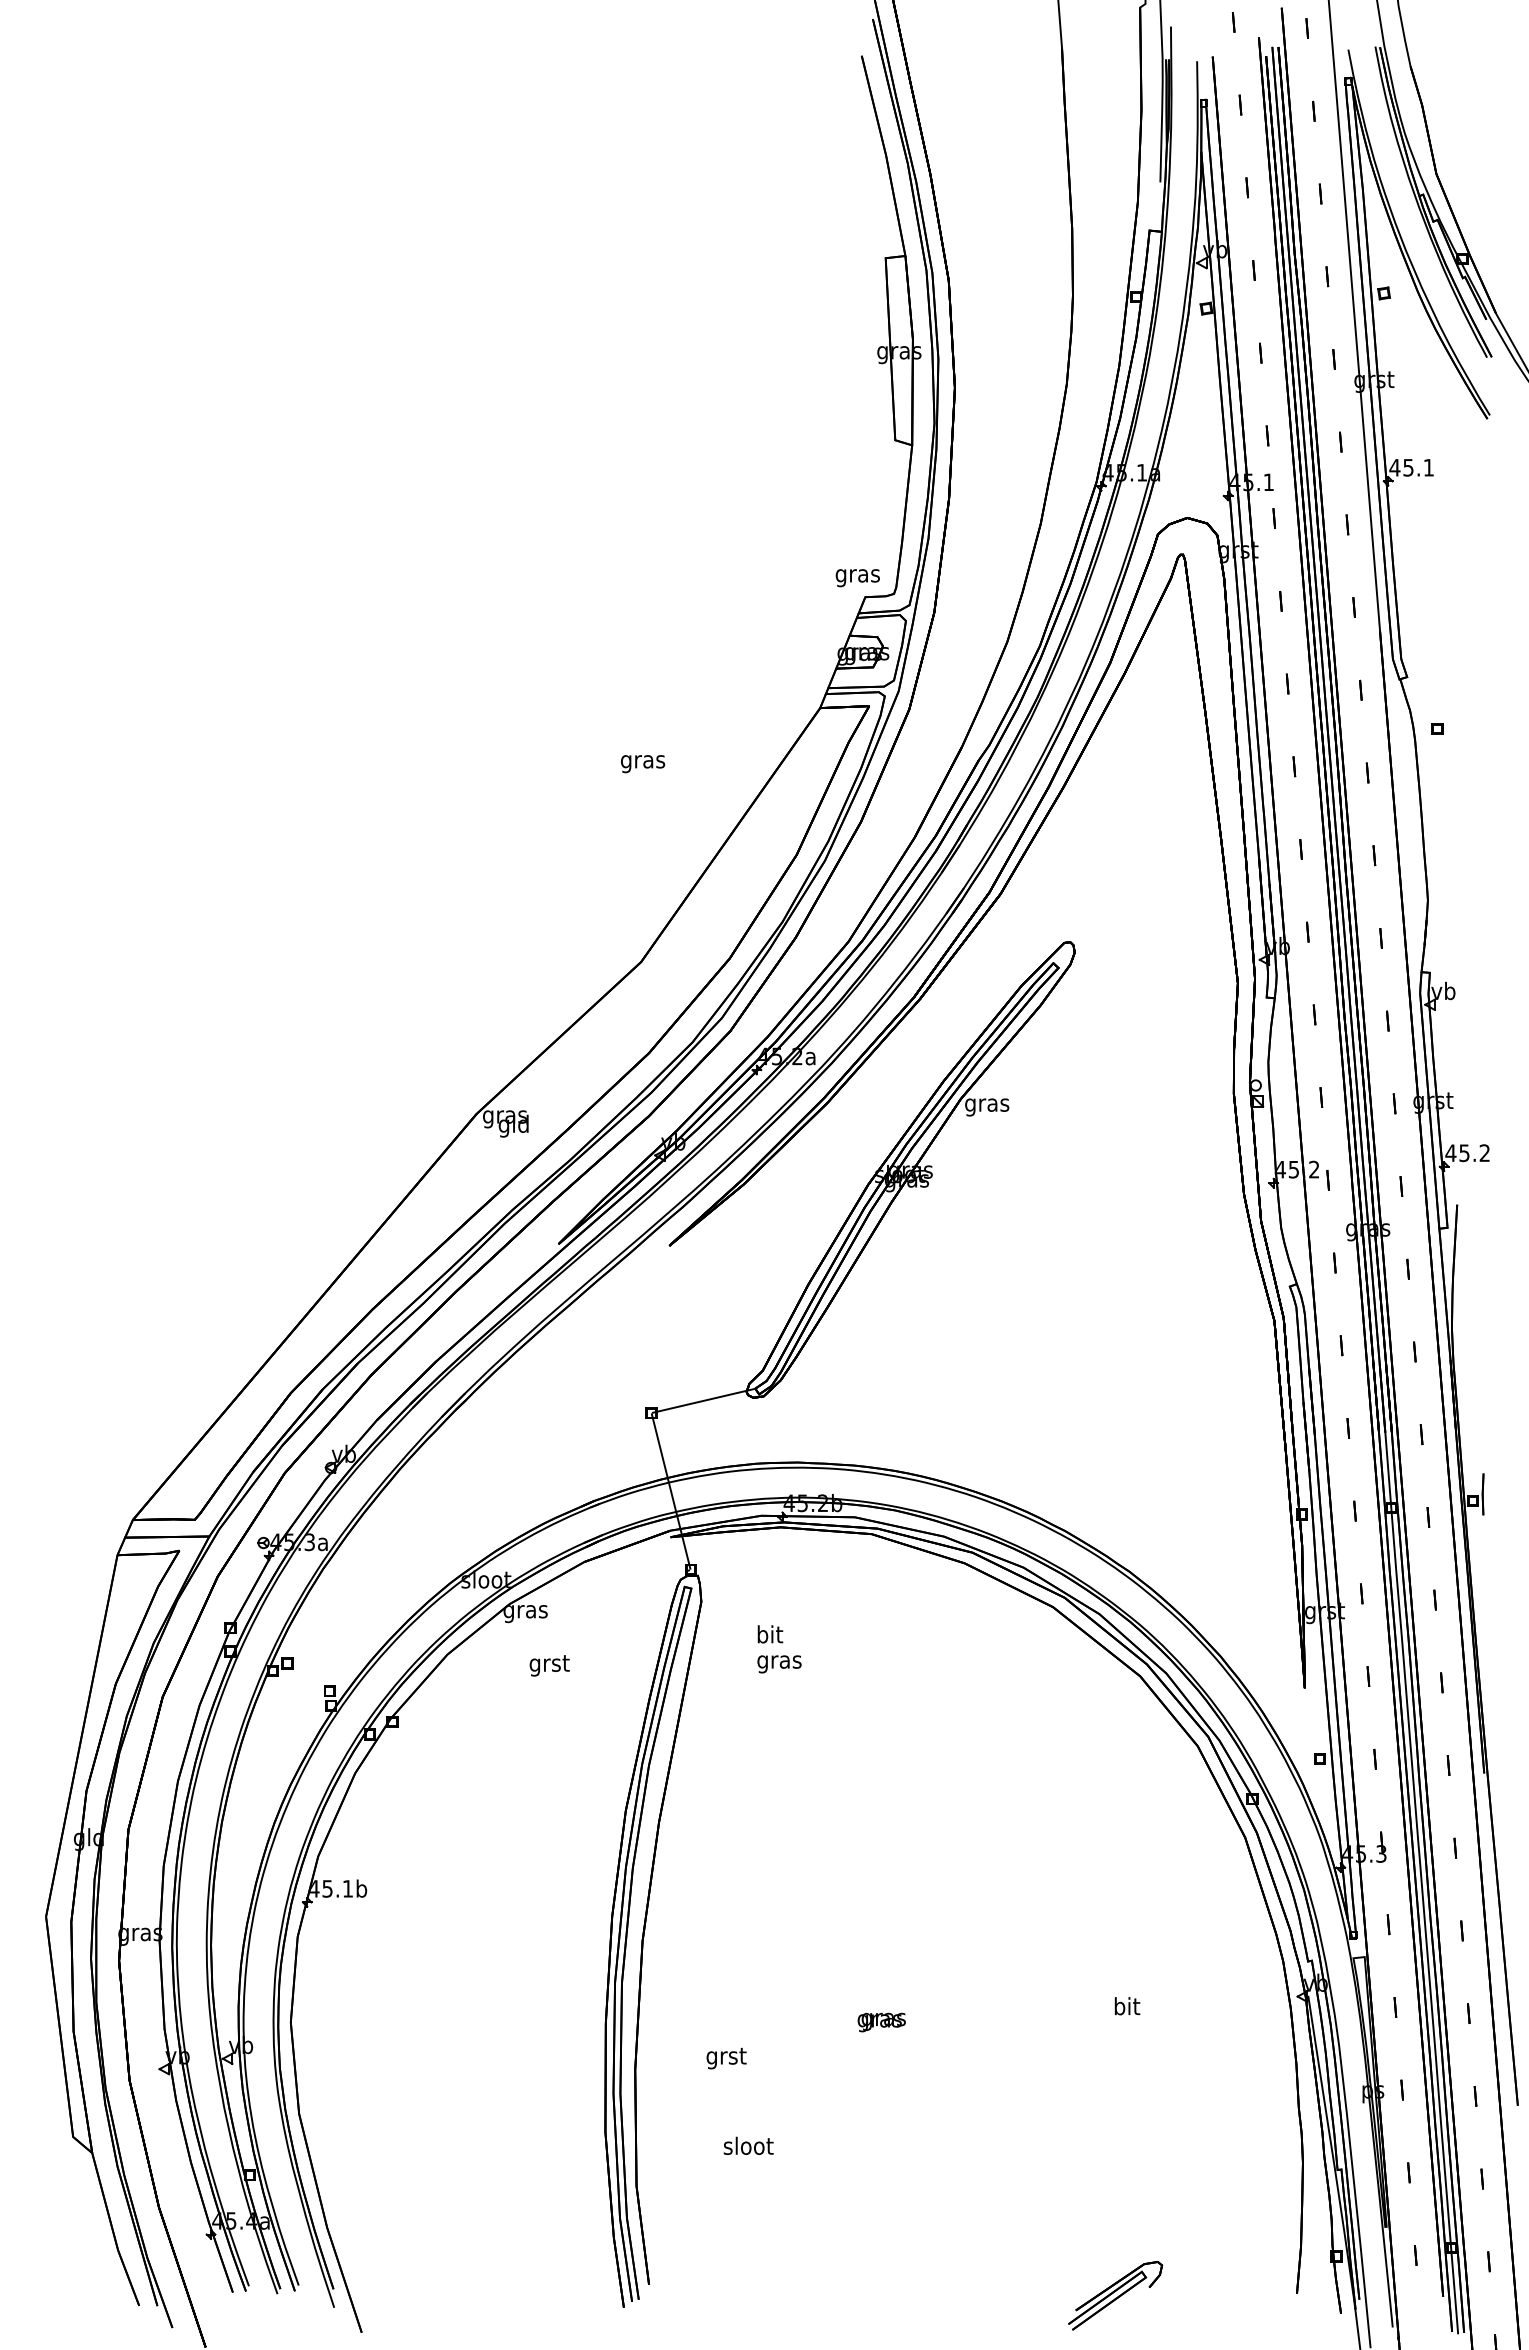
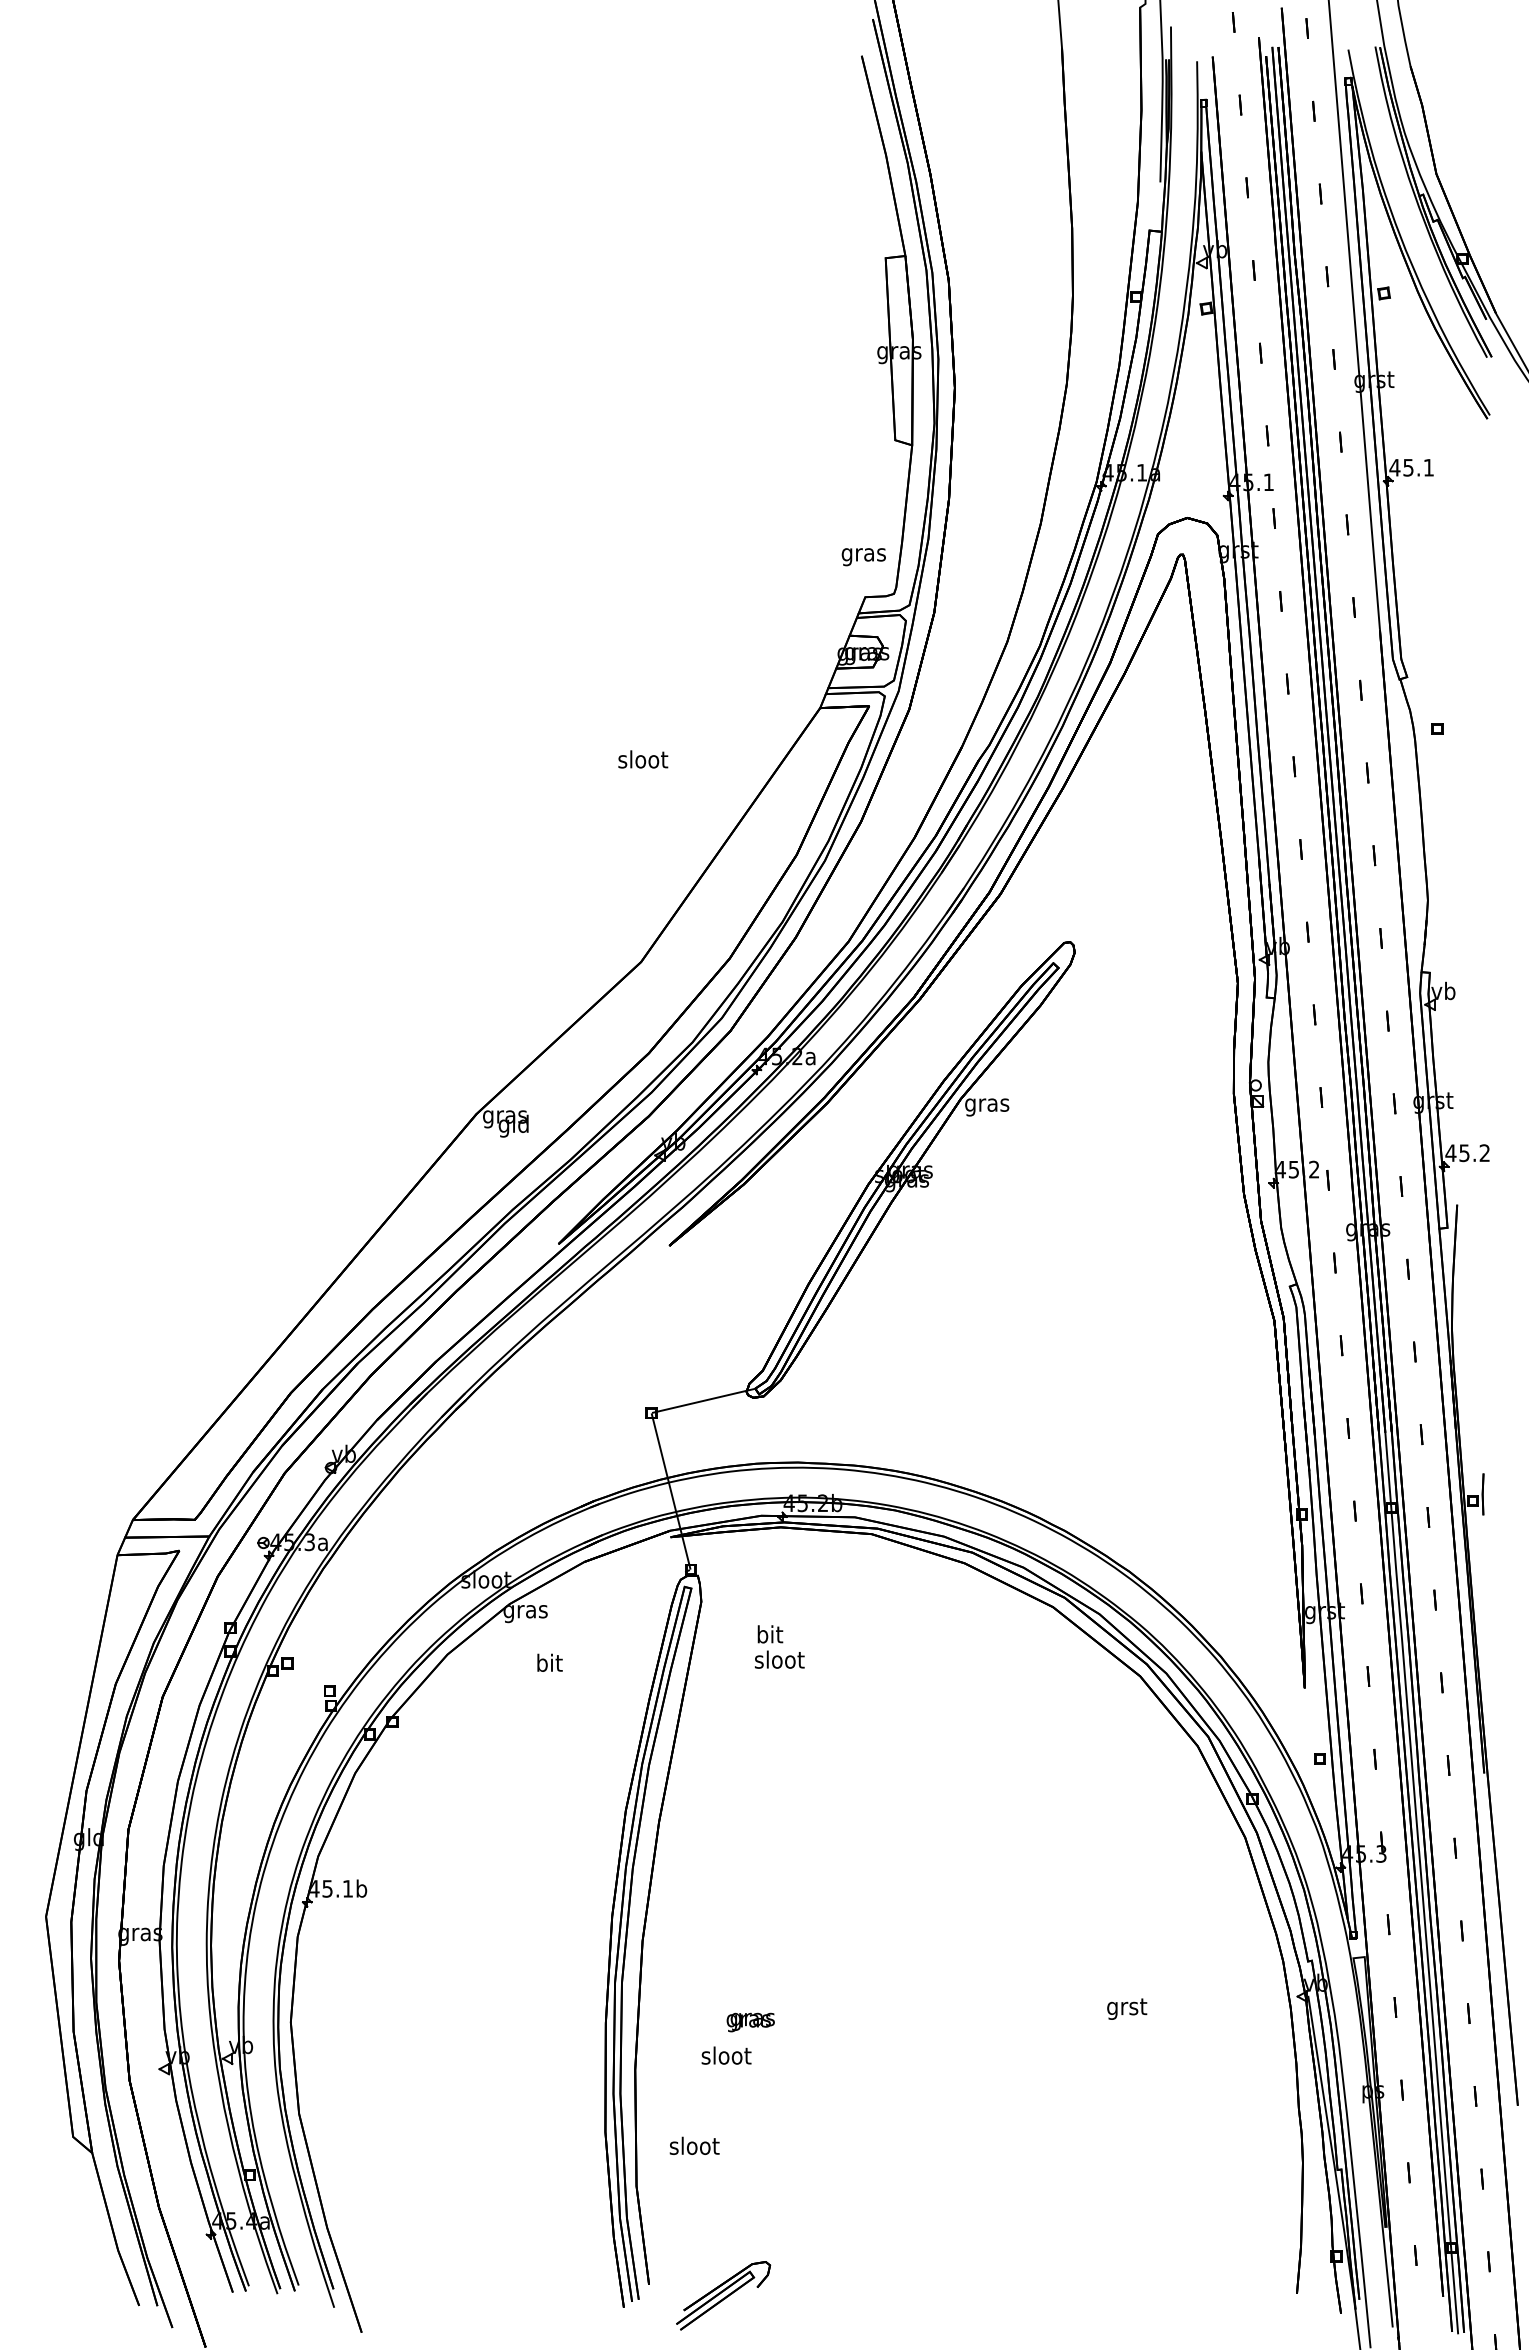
text at (857, 578) position: (857, 578) -> (863, 557)
text at (643, 761): gras -> sloot
text at (779, 1661): gras -> sloot
text at (549, 1664): grst -> bit
text at (1127, 2008): bit -> grst
text at (881, 2022) position: (881, 2022) -> (750, 2022)
text at (726, 2057): grst -> sloot
text at (748, 2145) position: (748, 2145) -> (694, 2145)
part at (1115, 2295) position: (1115, 2295) -> (723, 2295)
